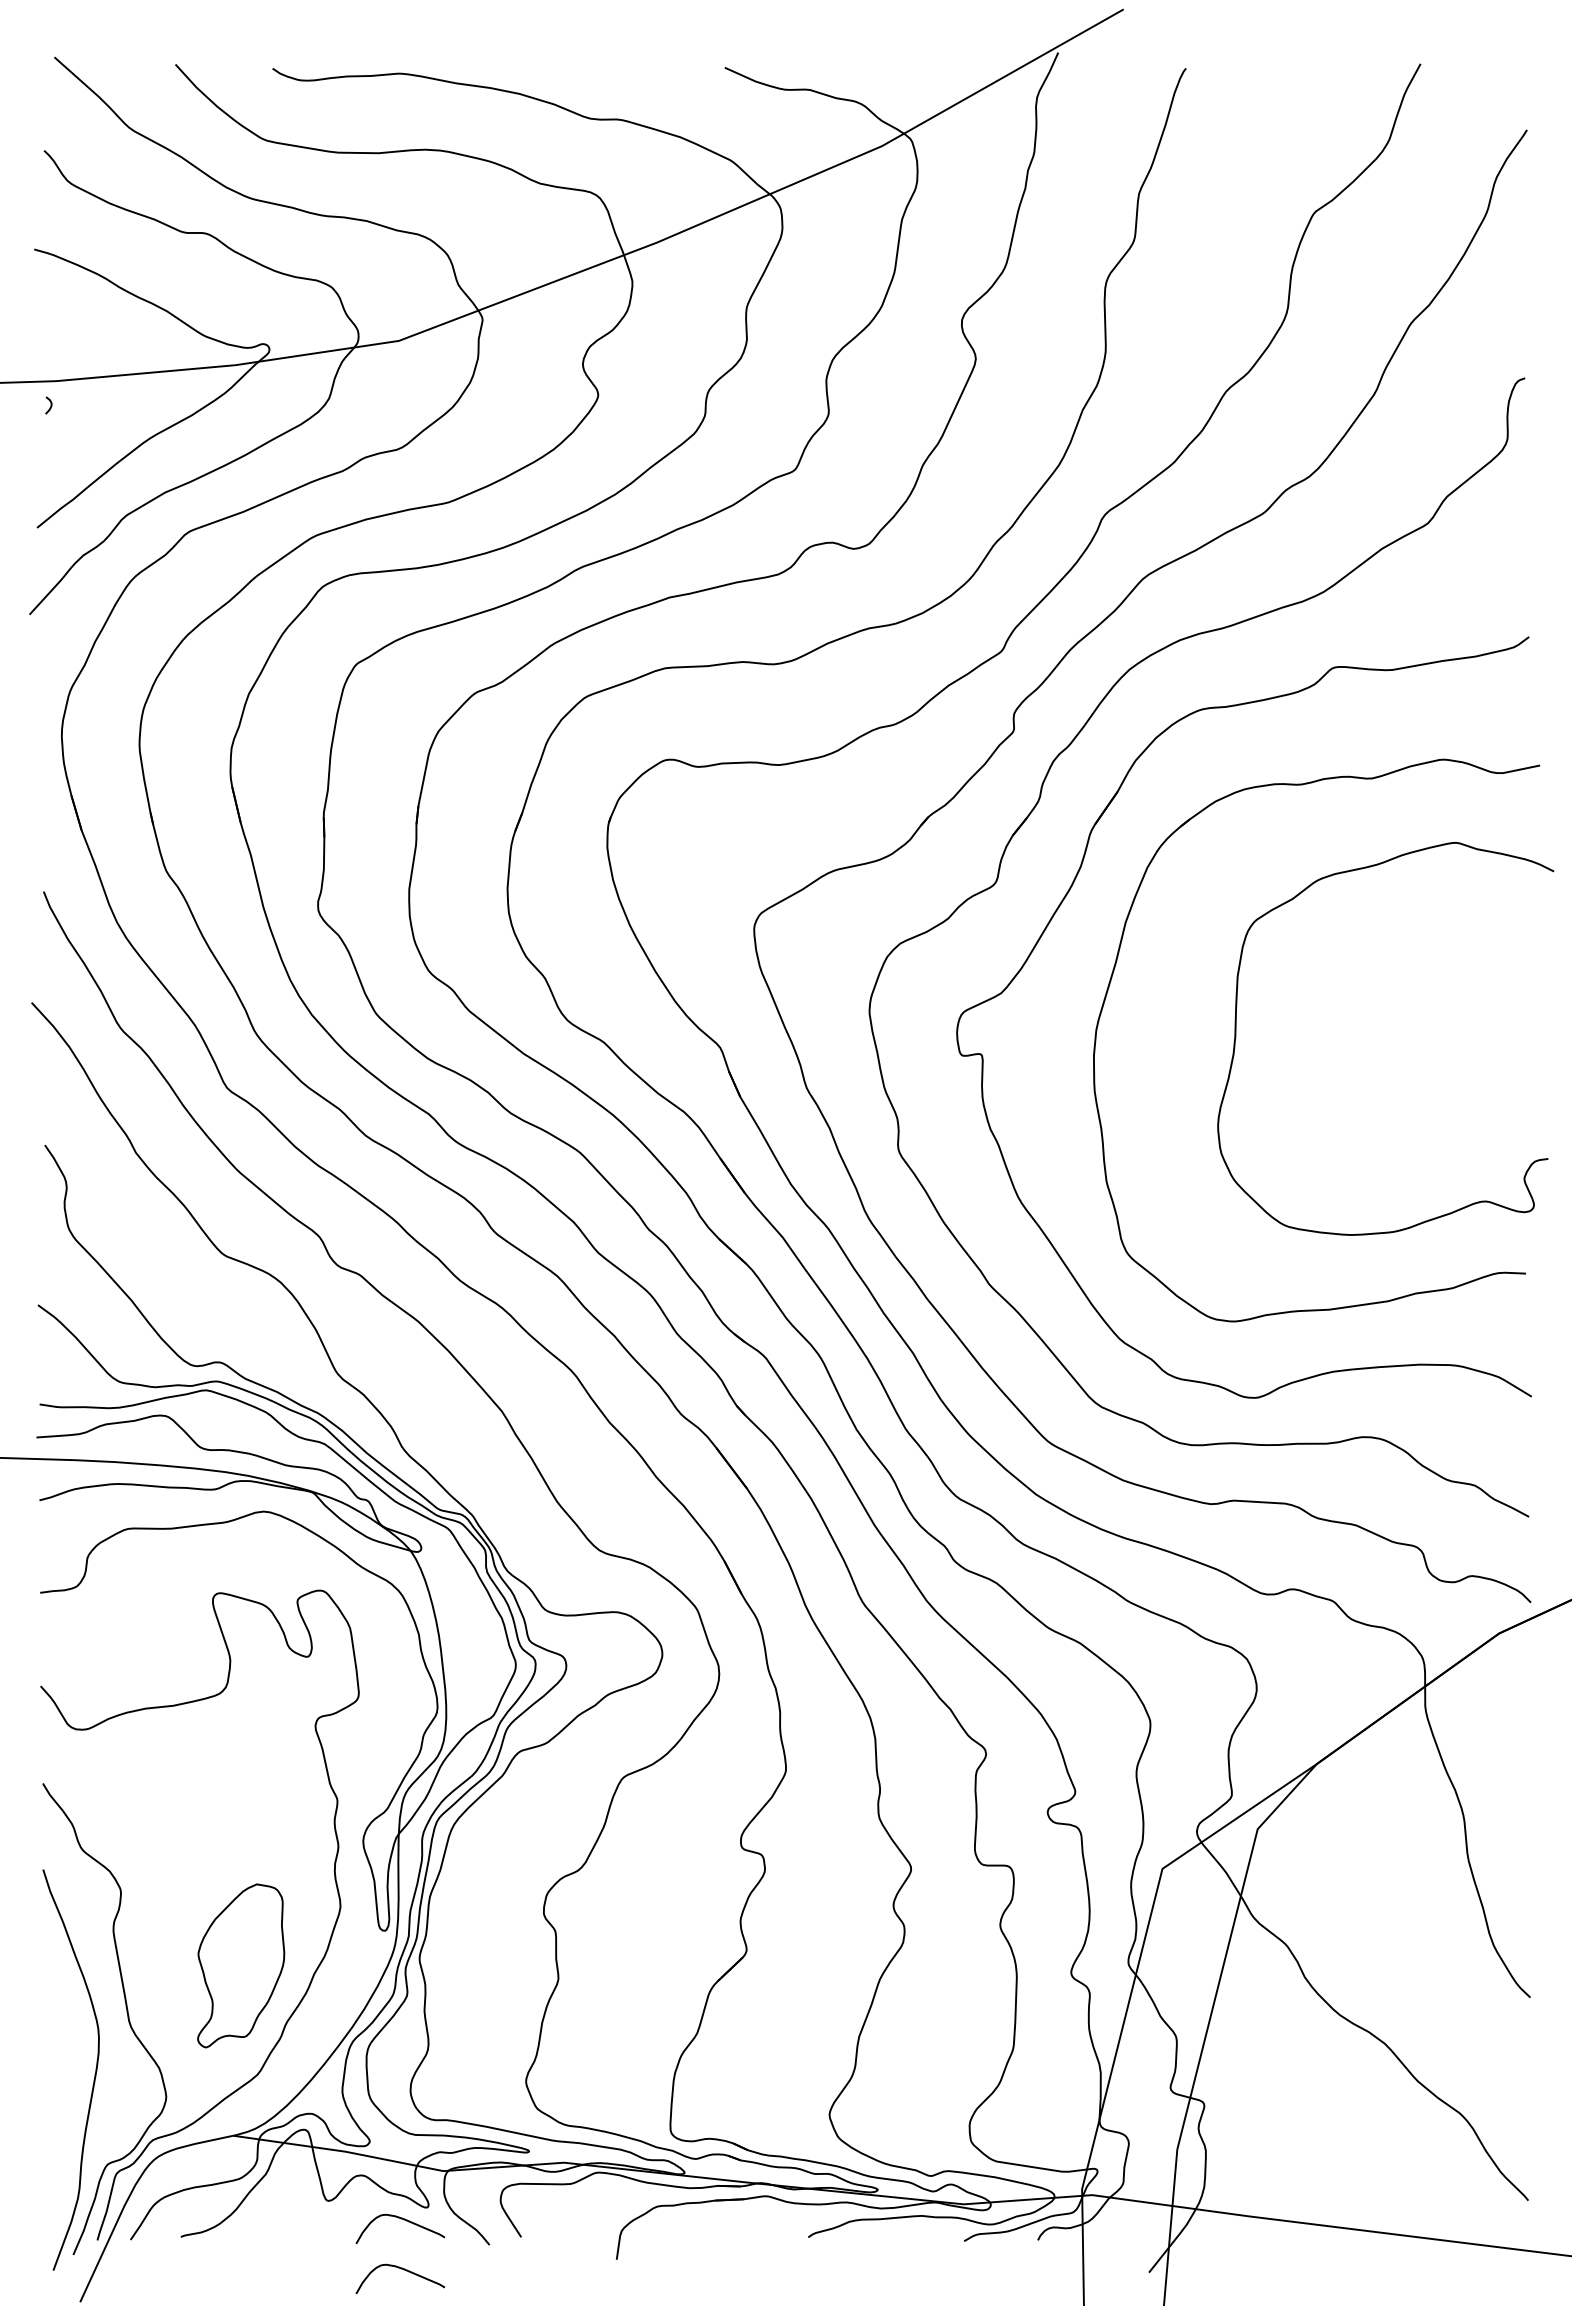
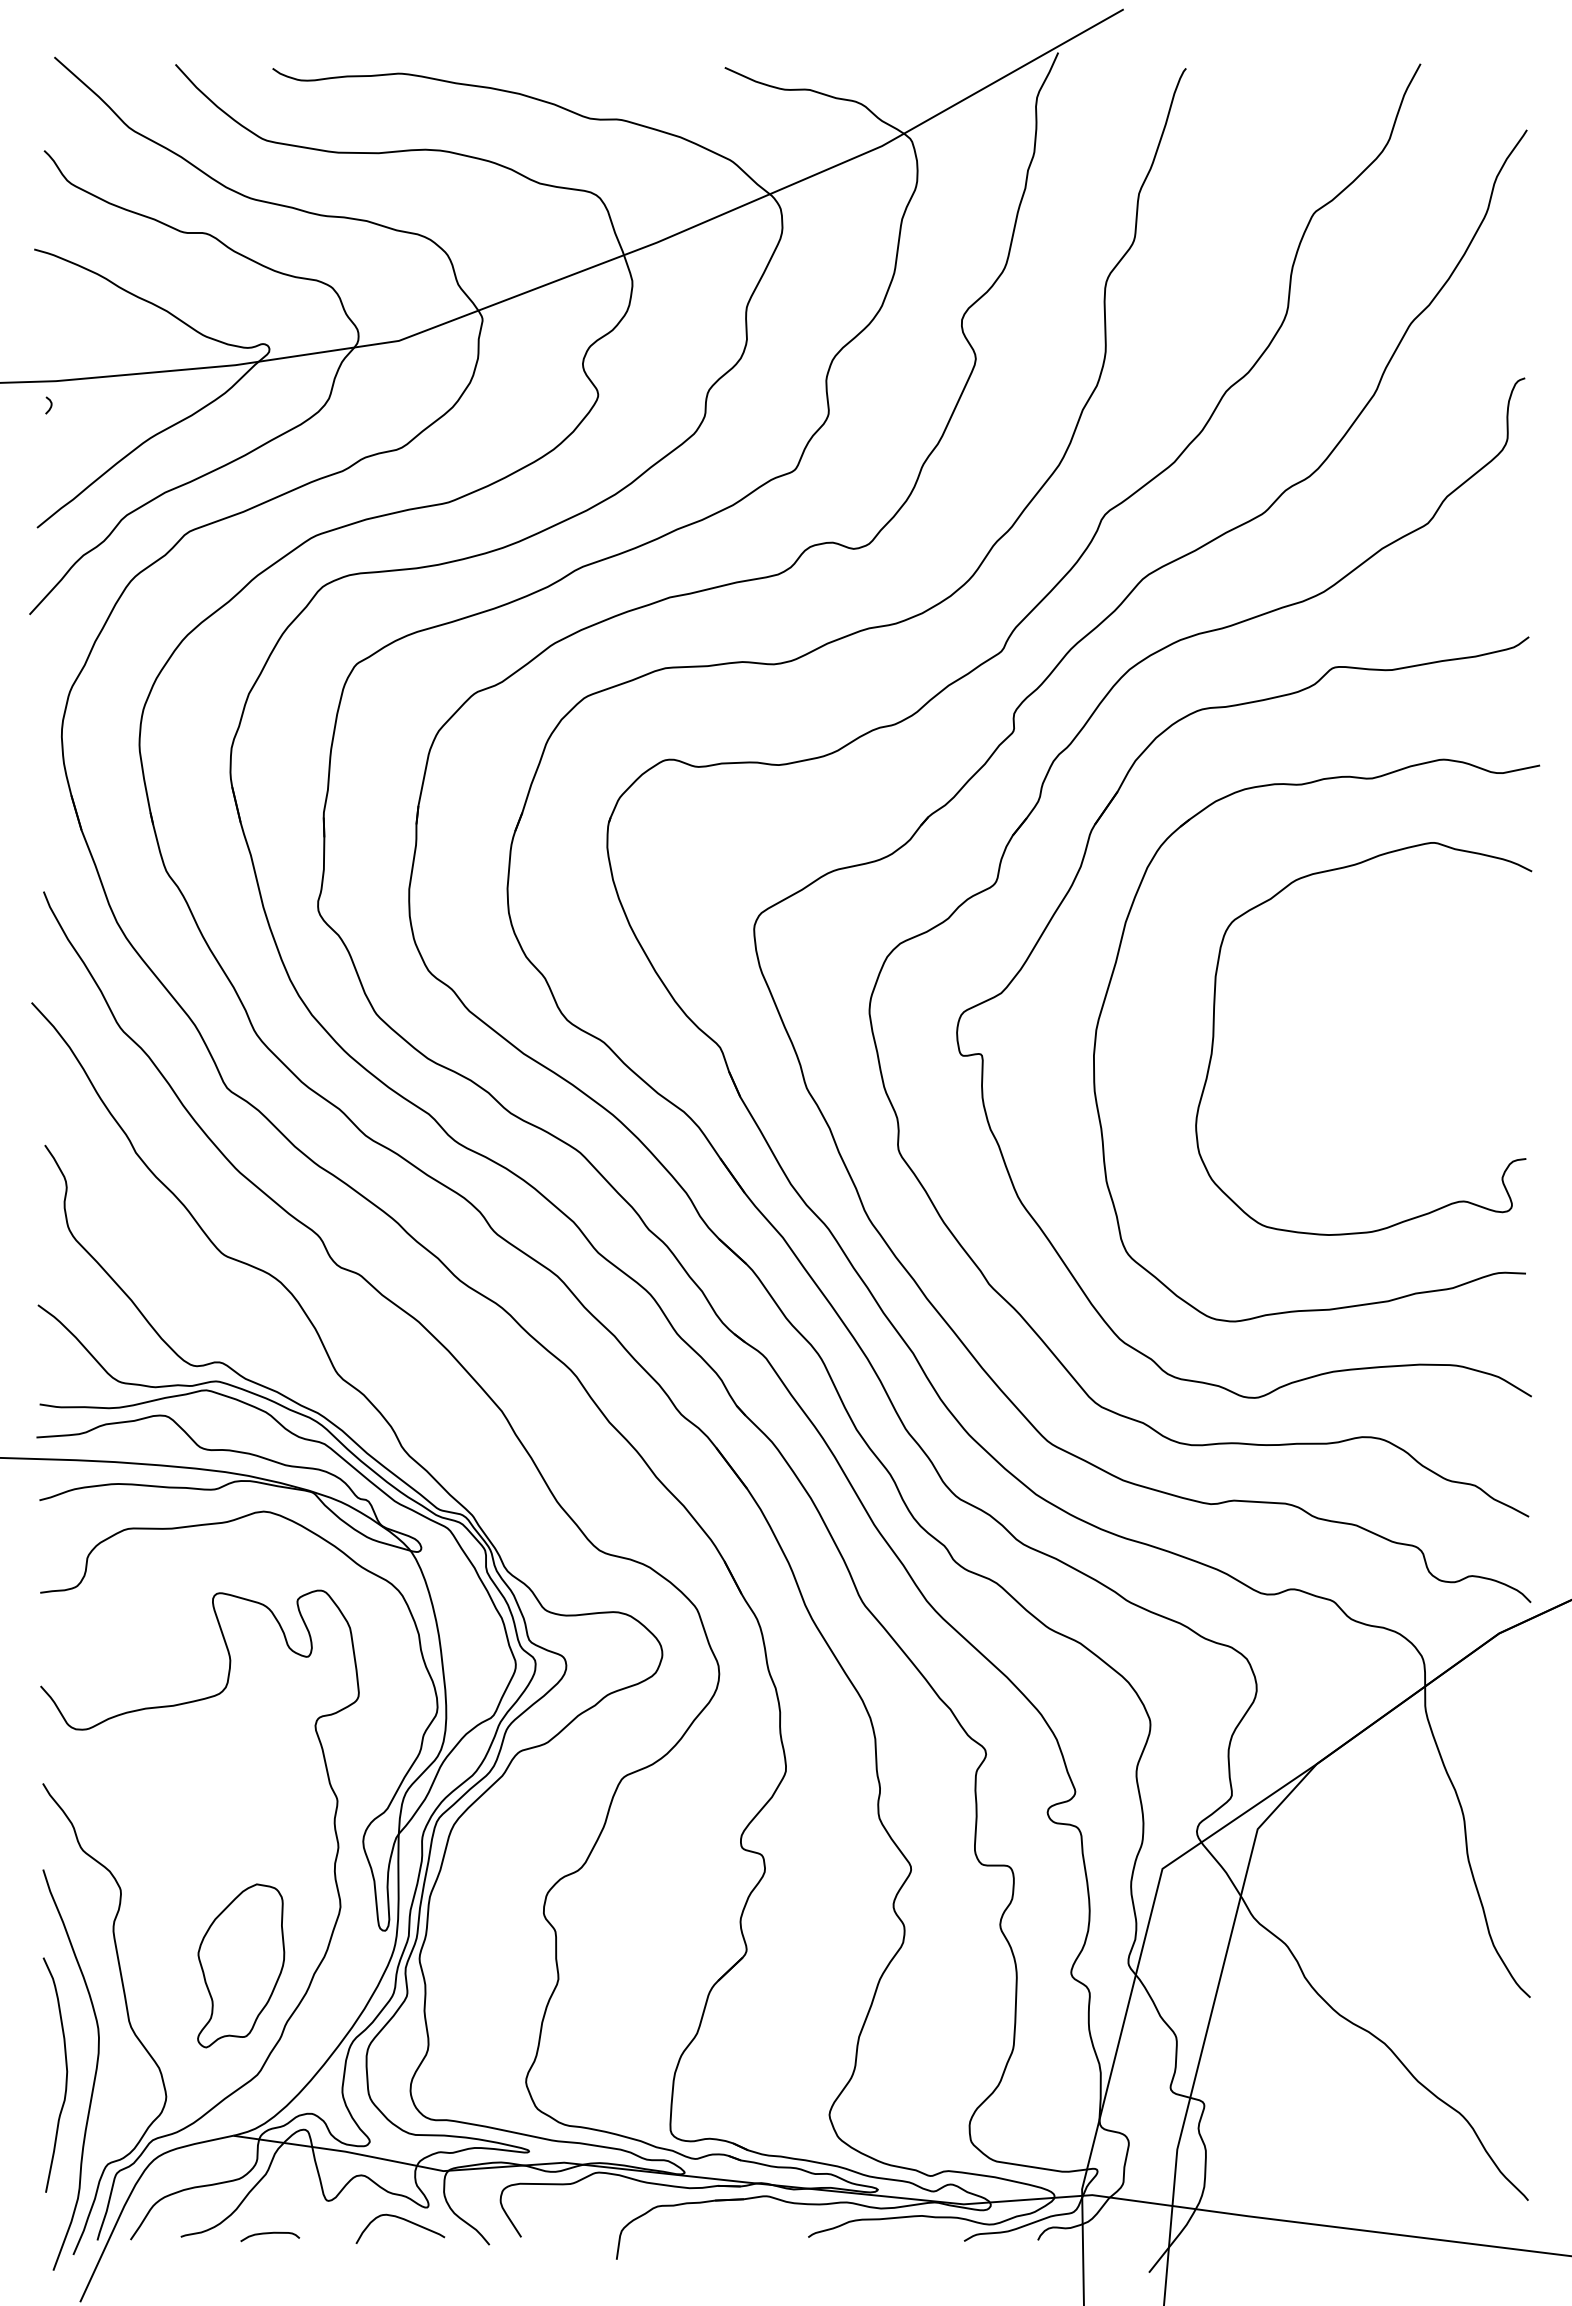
curve at (1236, 1037) position: (1236, 1037) -> (1214, 1037)
curve at (65, 2078): none -> present
curve at (268, 2234): none -> present
curve at (404, 2270): present -> none
